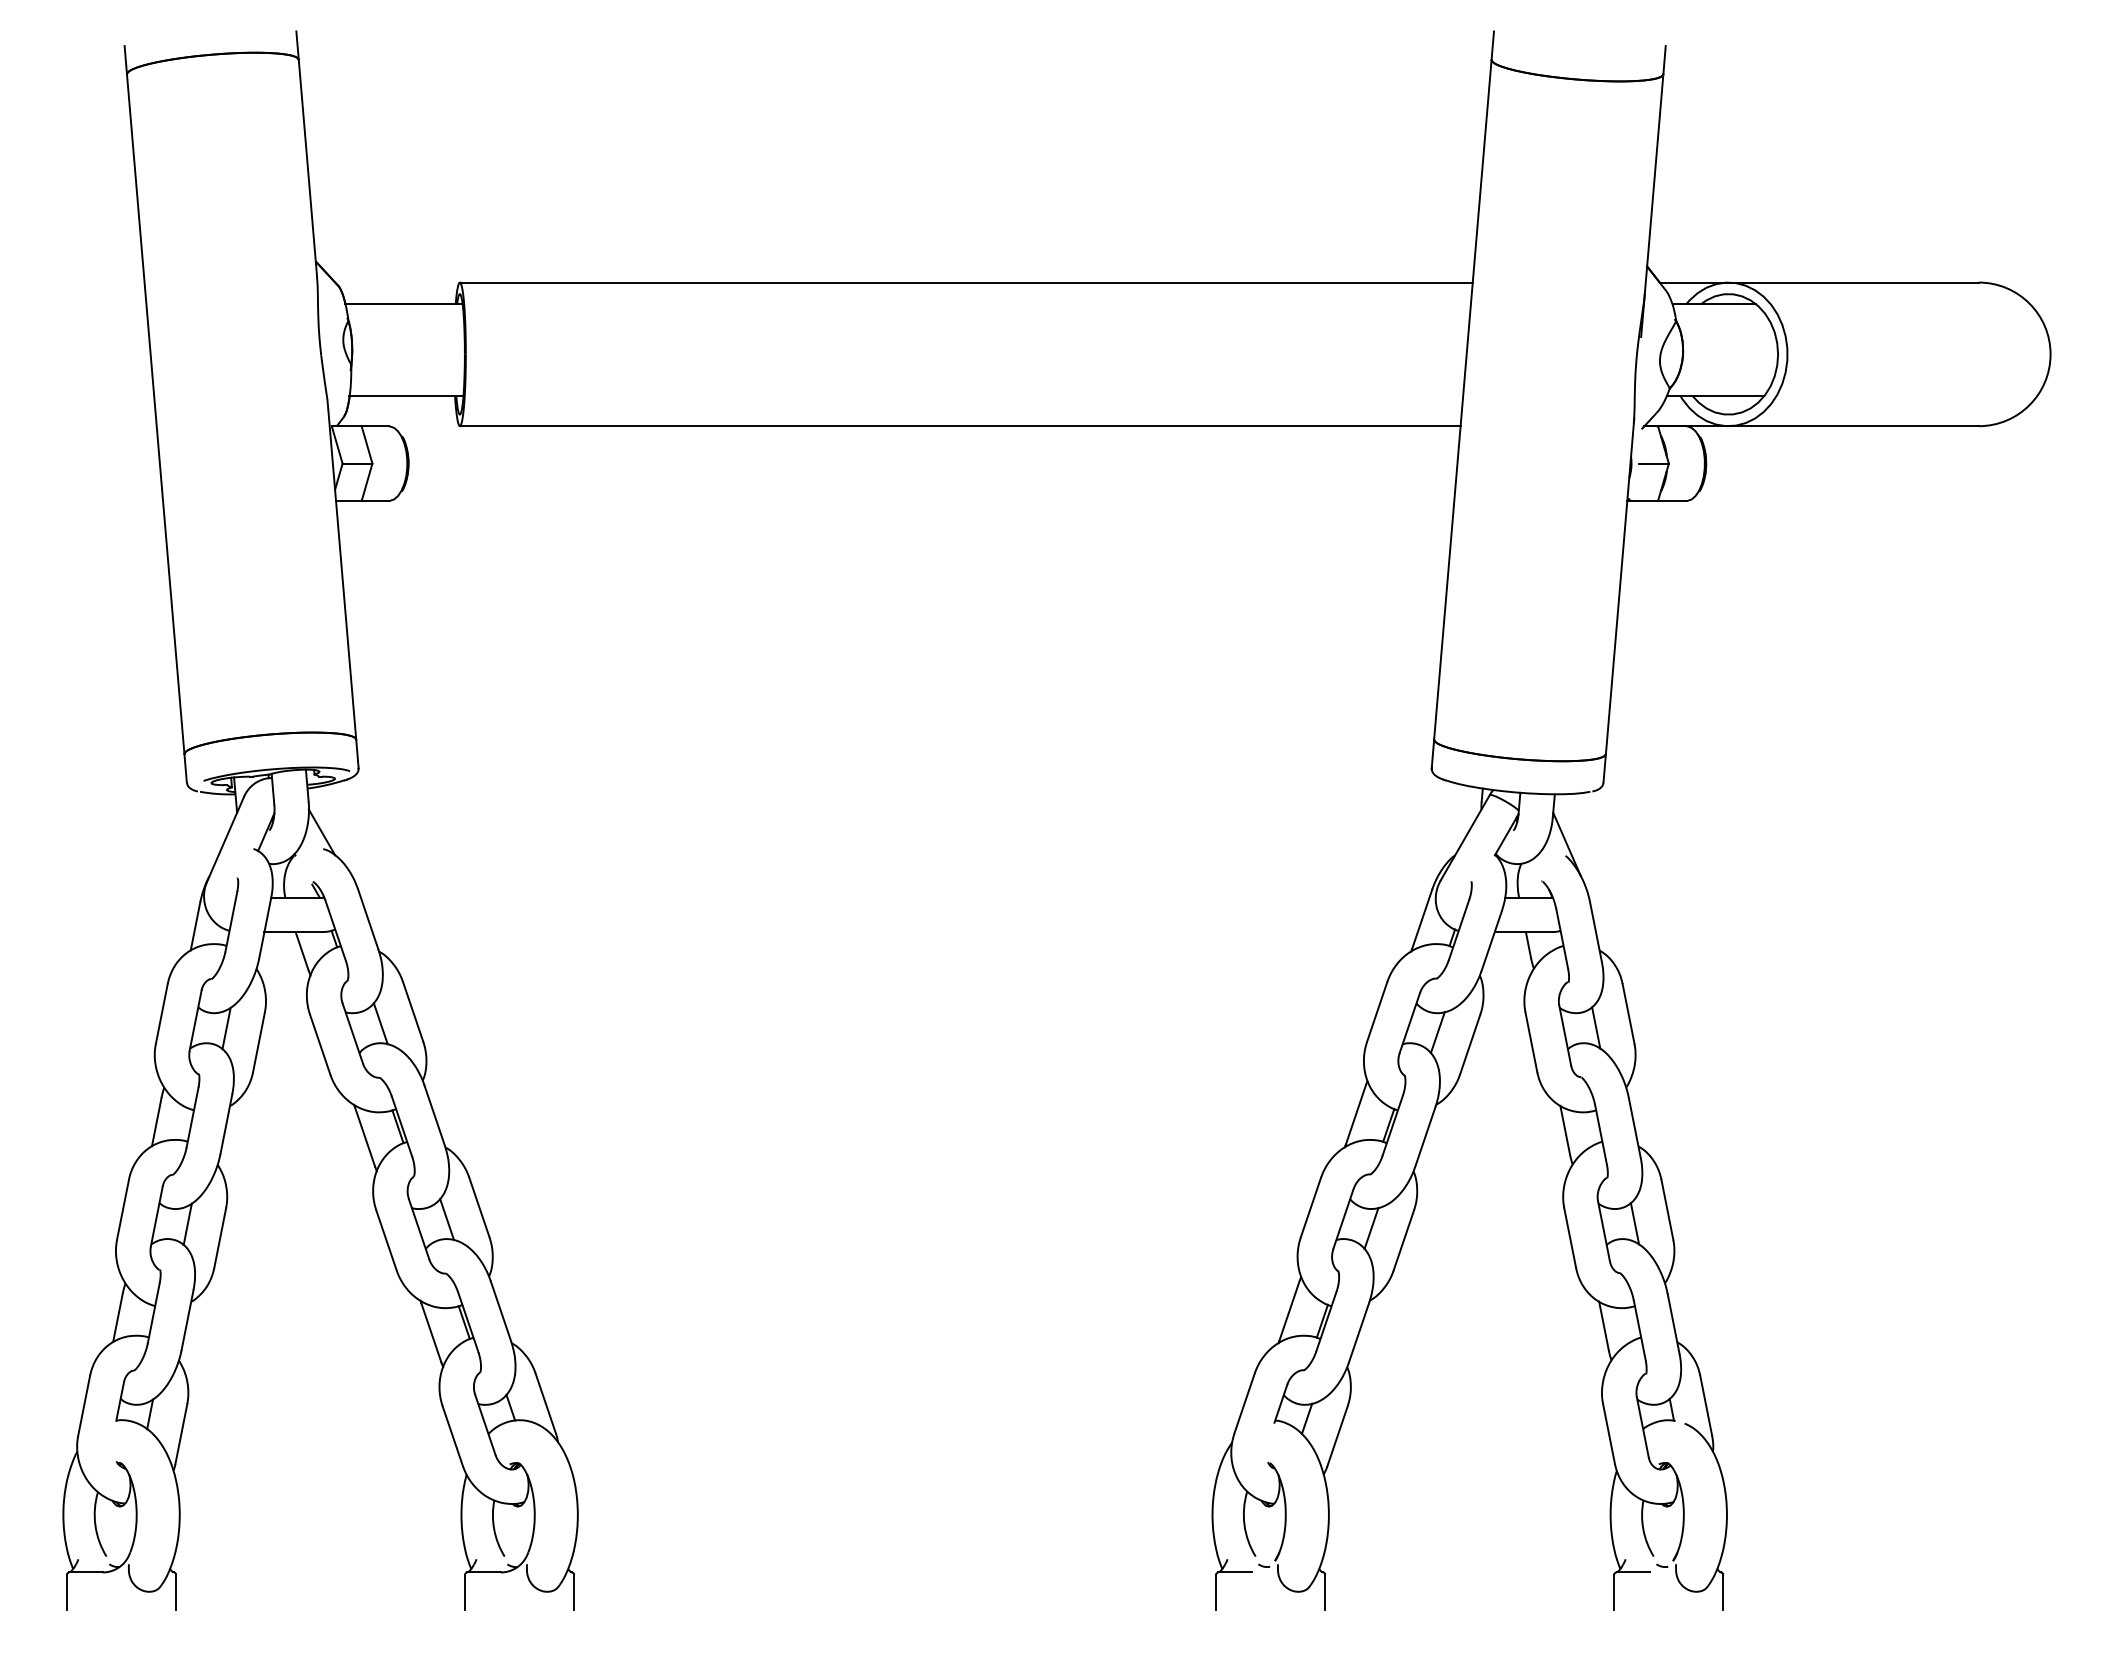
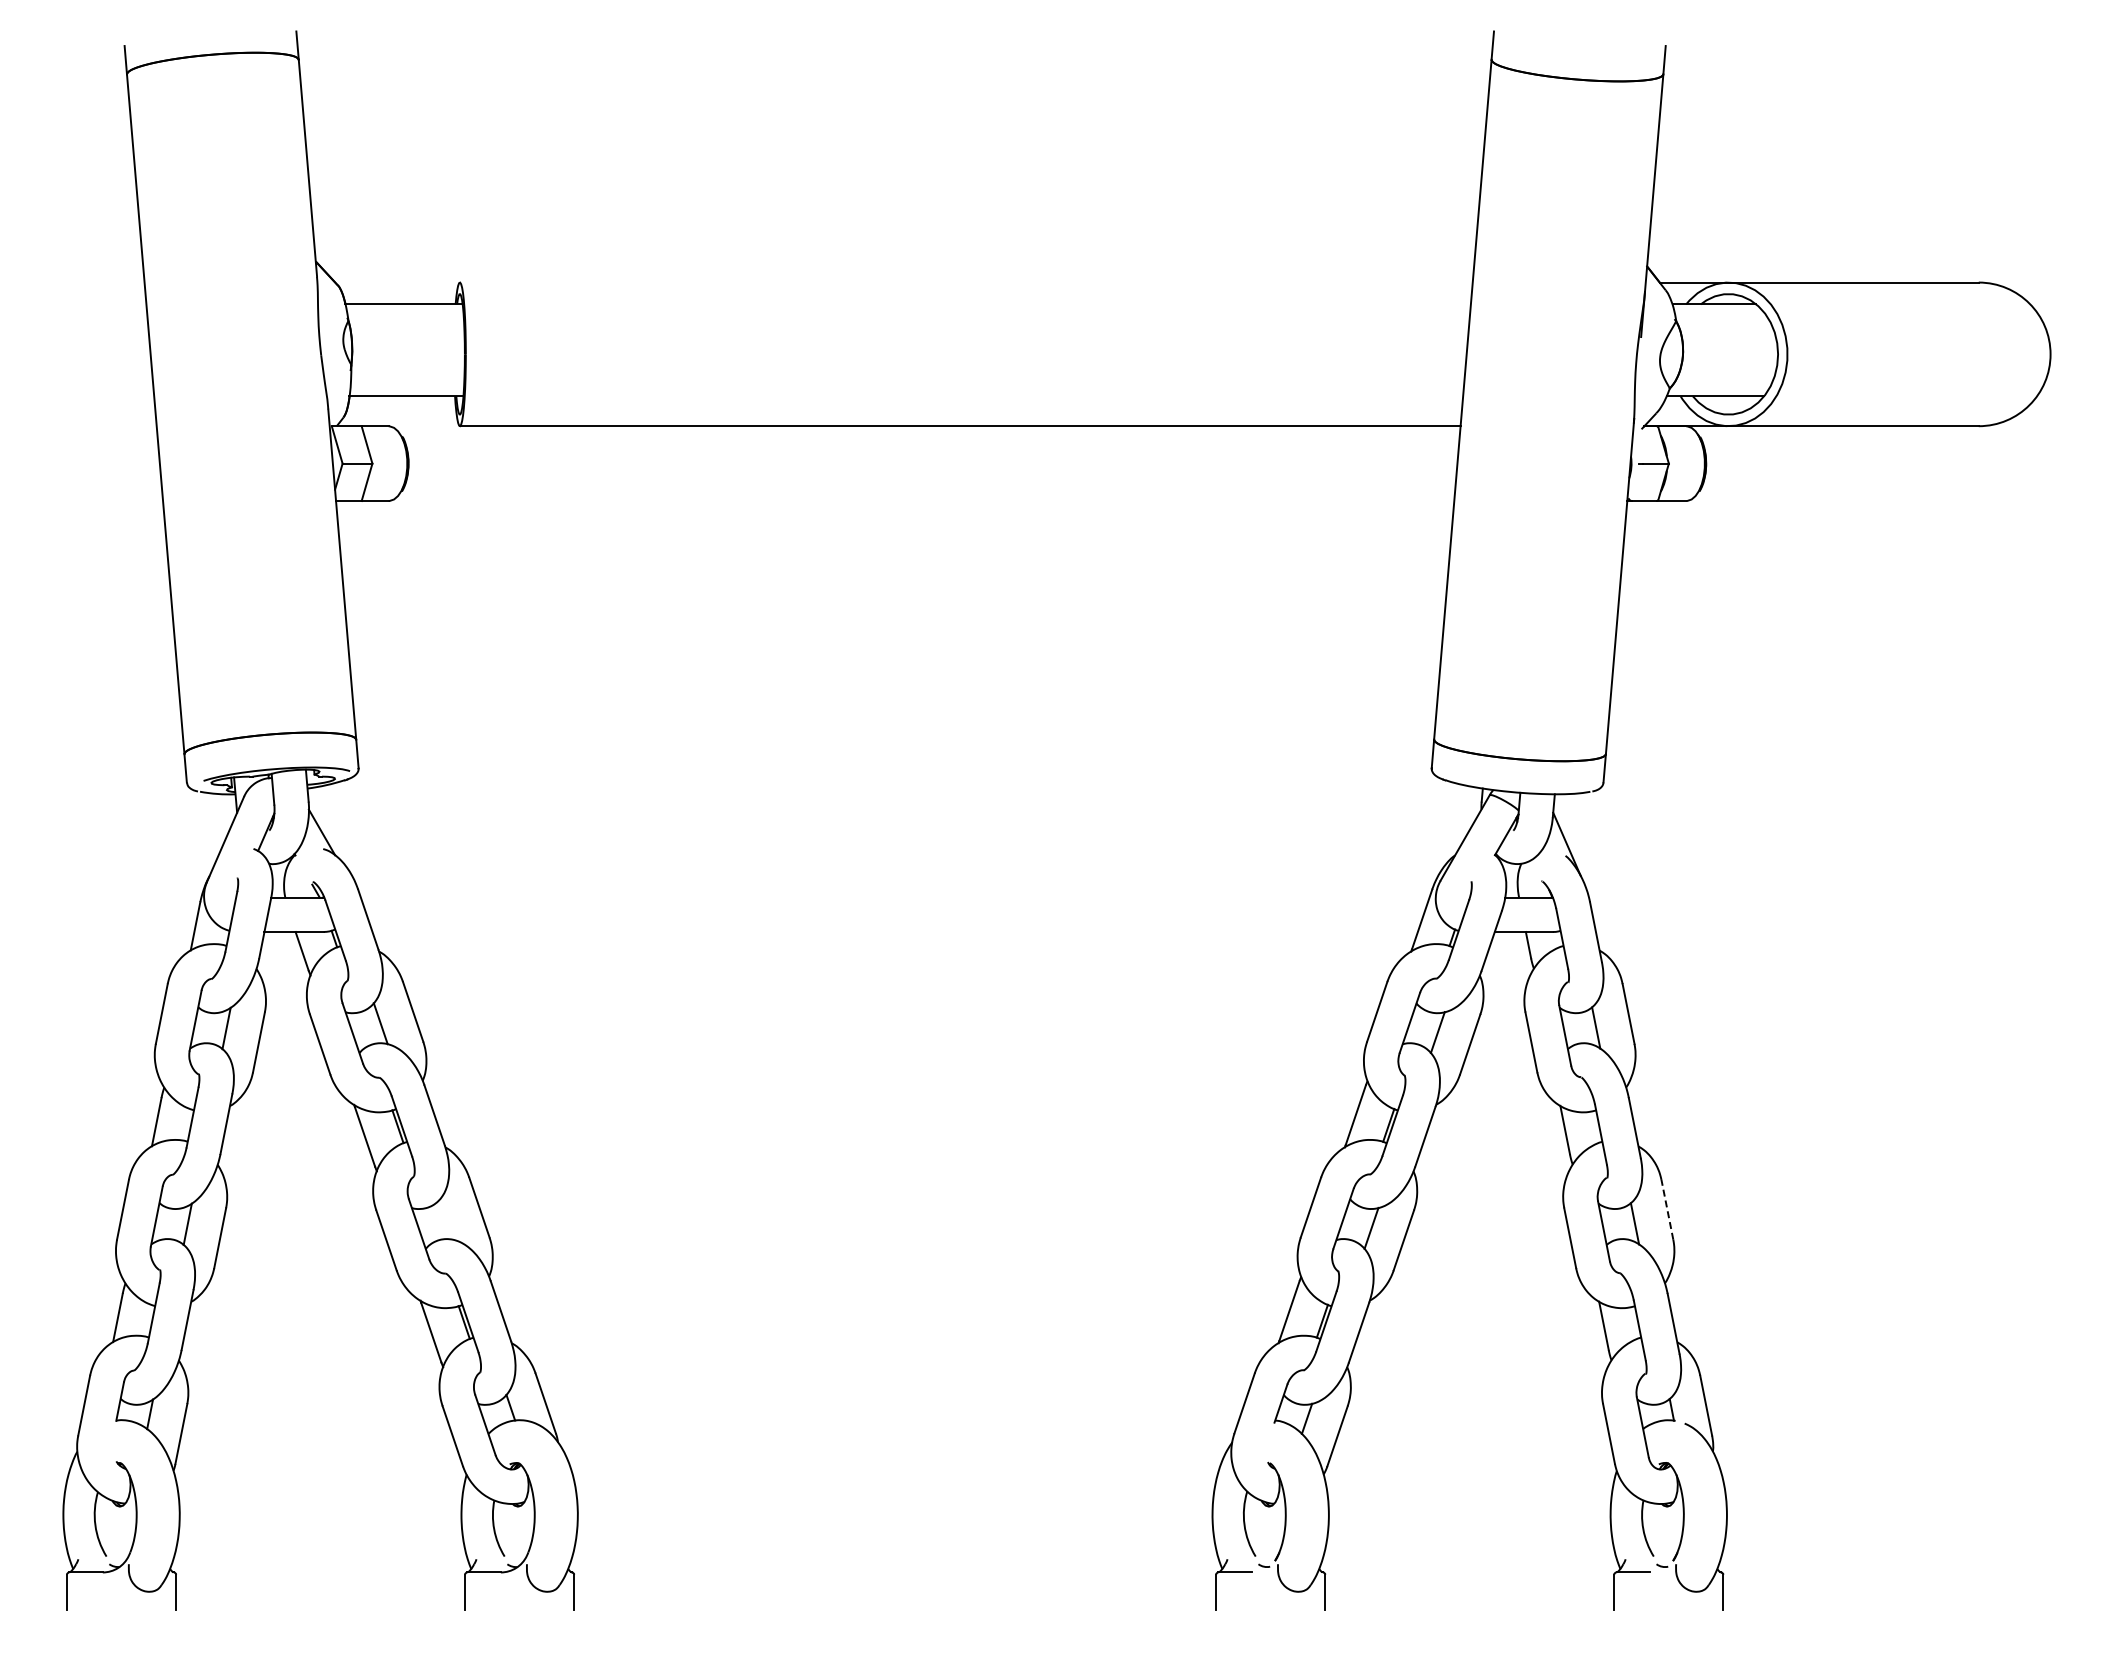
line at (965, 282): present -> none
line at (1667, 1209): solid -> dashed
line at (447, 1219): present -> none
